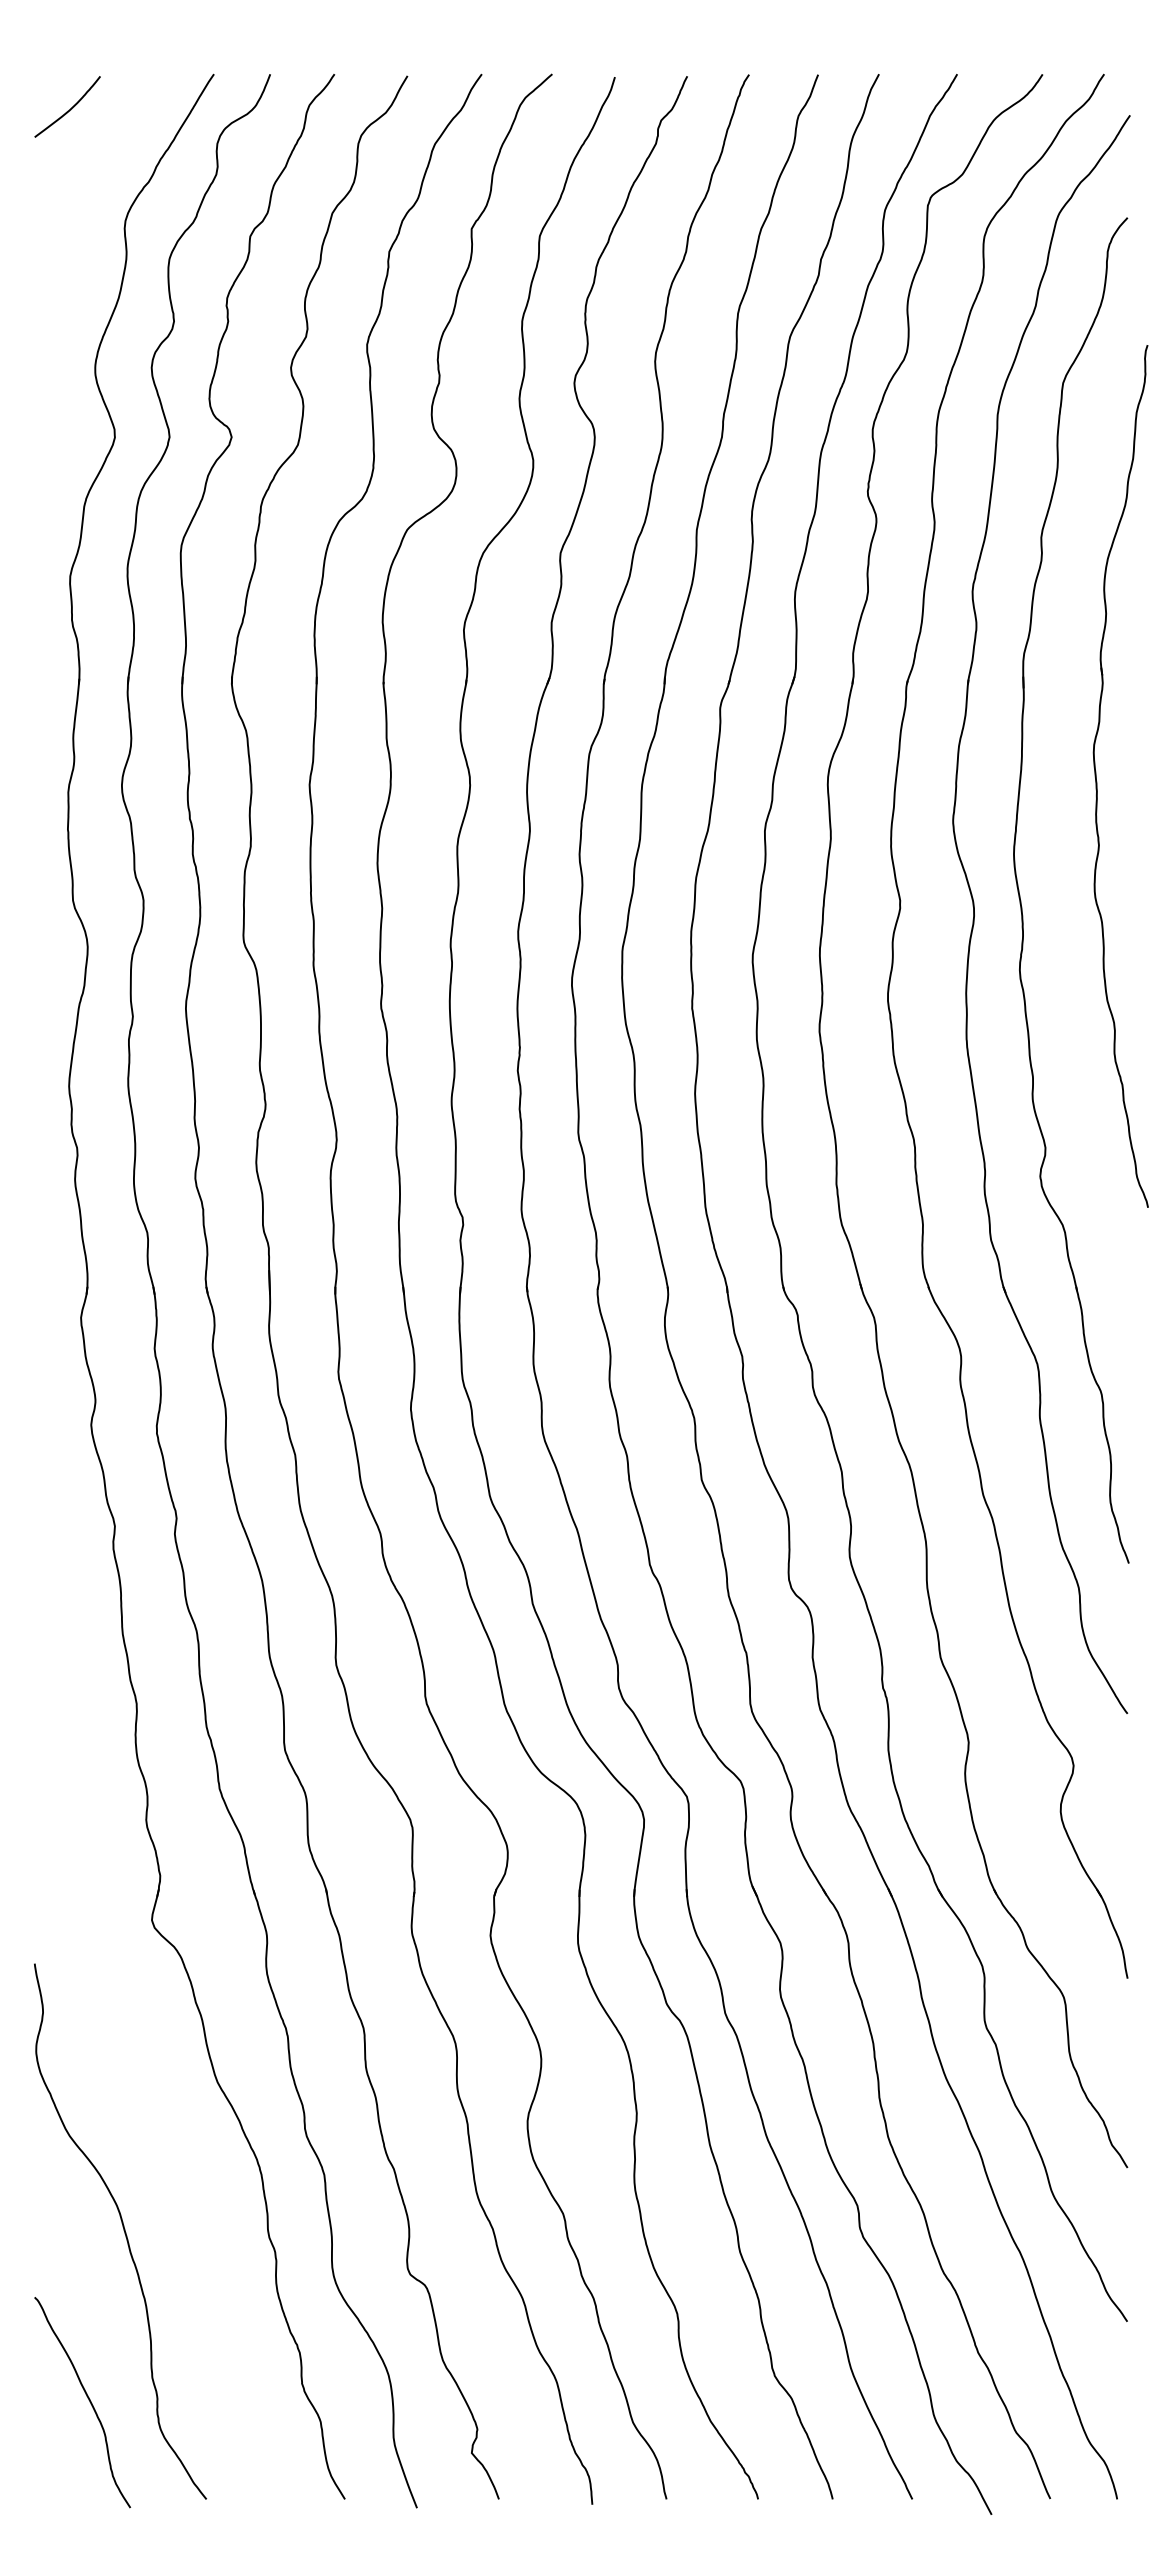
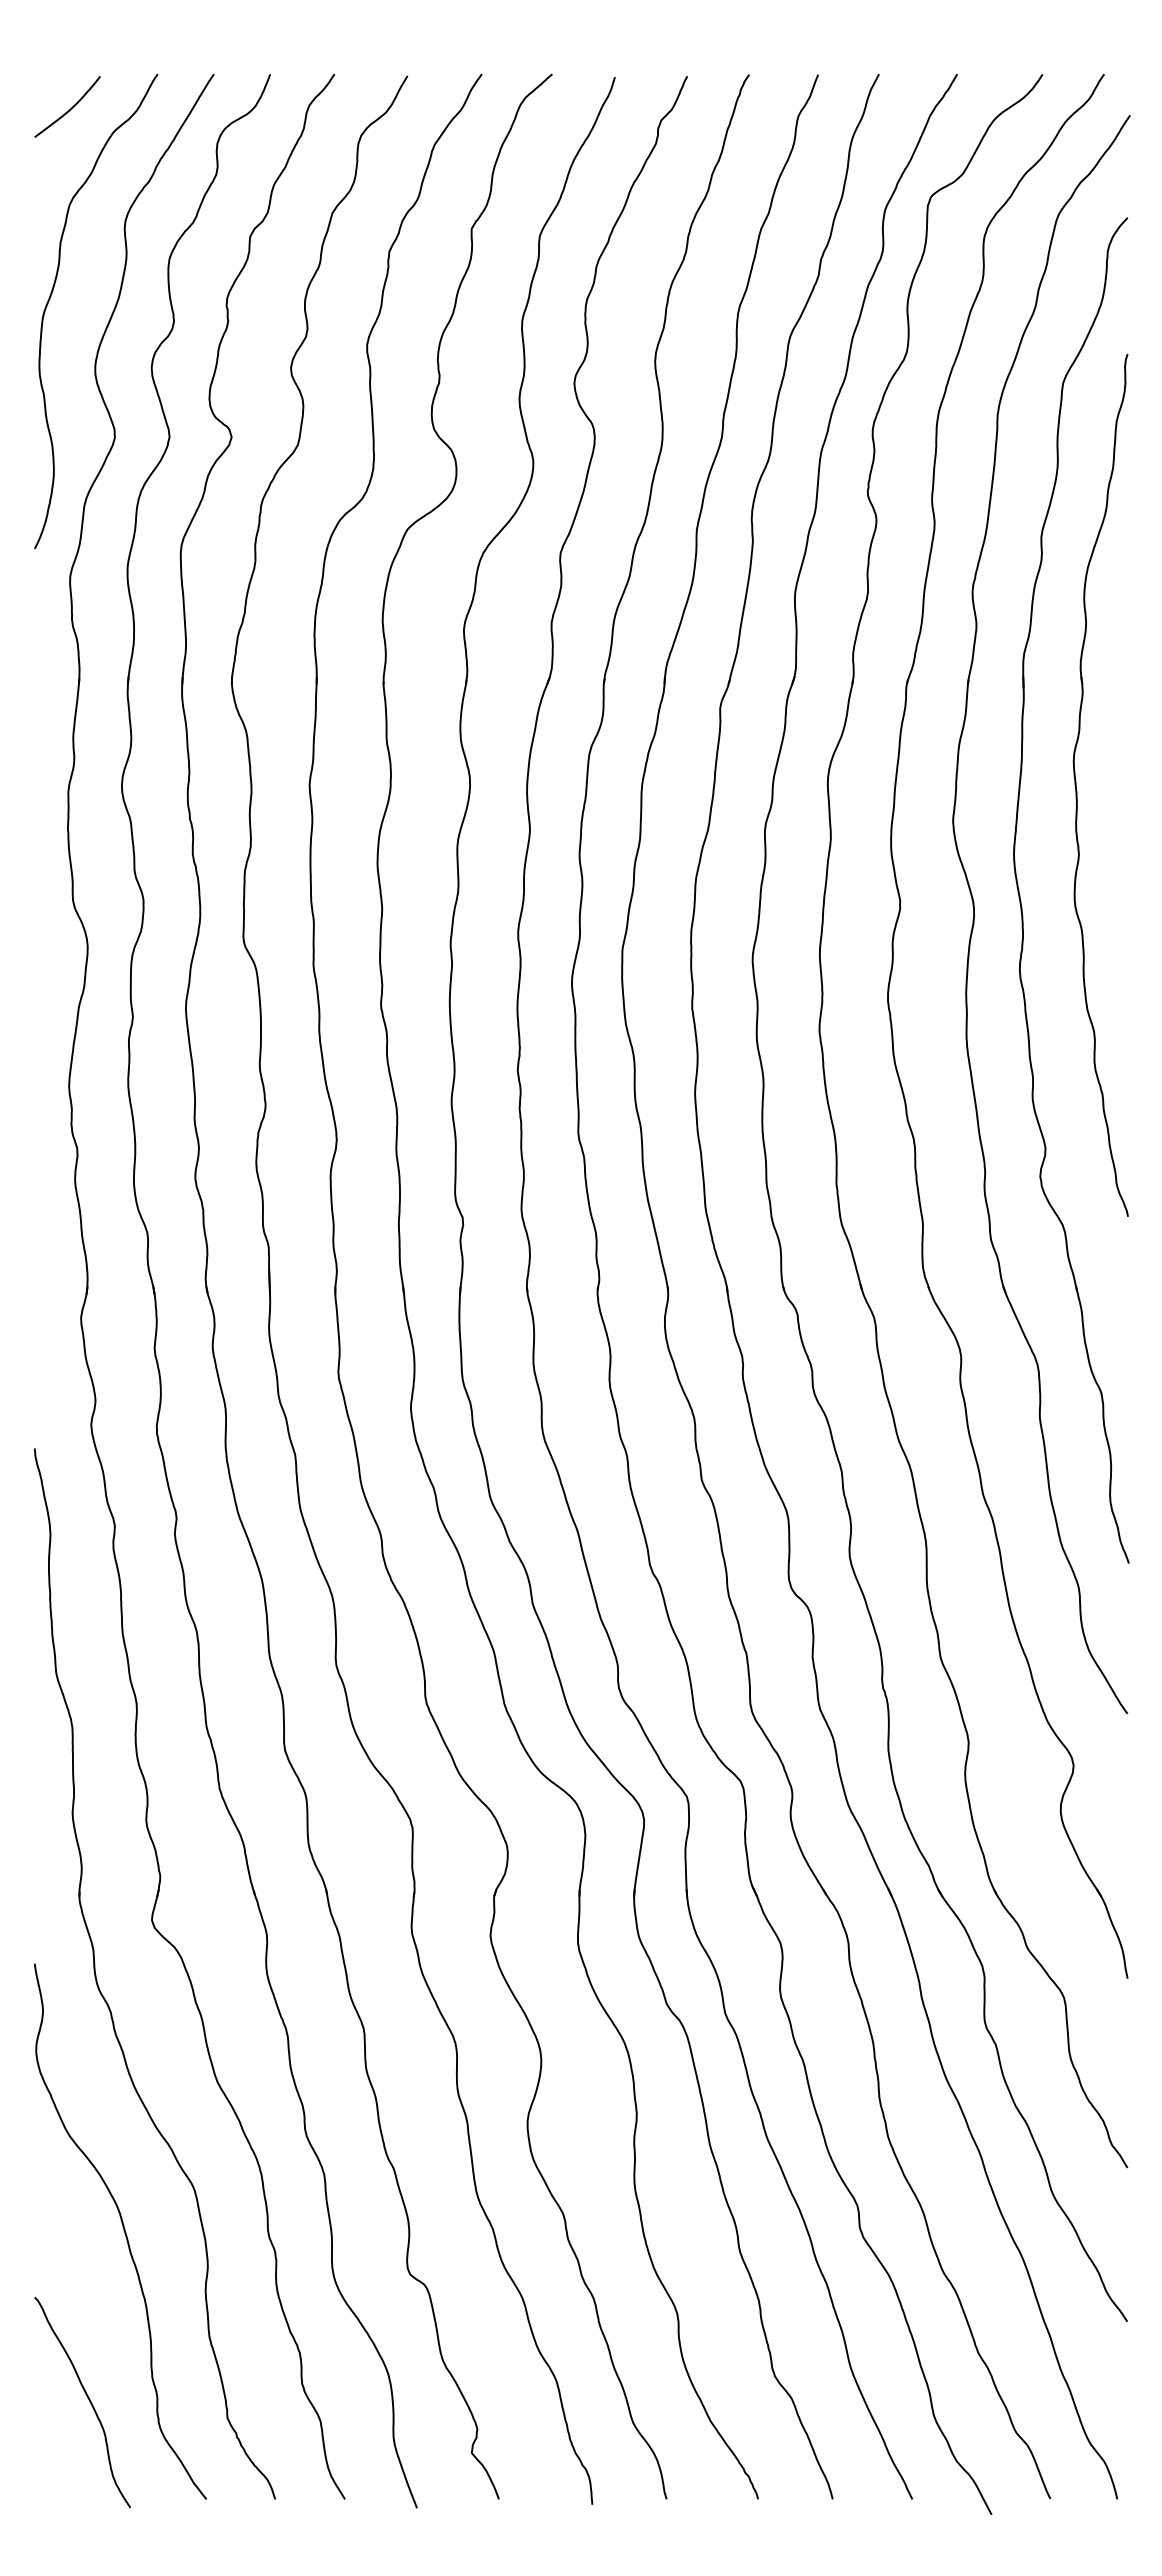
curve at (53, 291): none -> present
part at (1097, 781) position: (1097, 781) -> (1077, 790)
part at (105, 1998): none -> present
